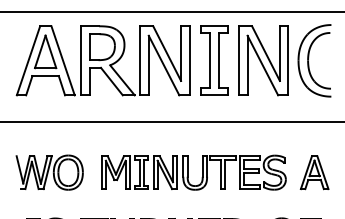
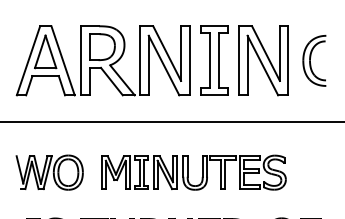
line at (171, 11): present -> none
part at (314, 60) size: 35x74 px -> 25x52 px
part at (314, 172): present -> none
